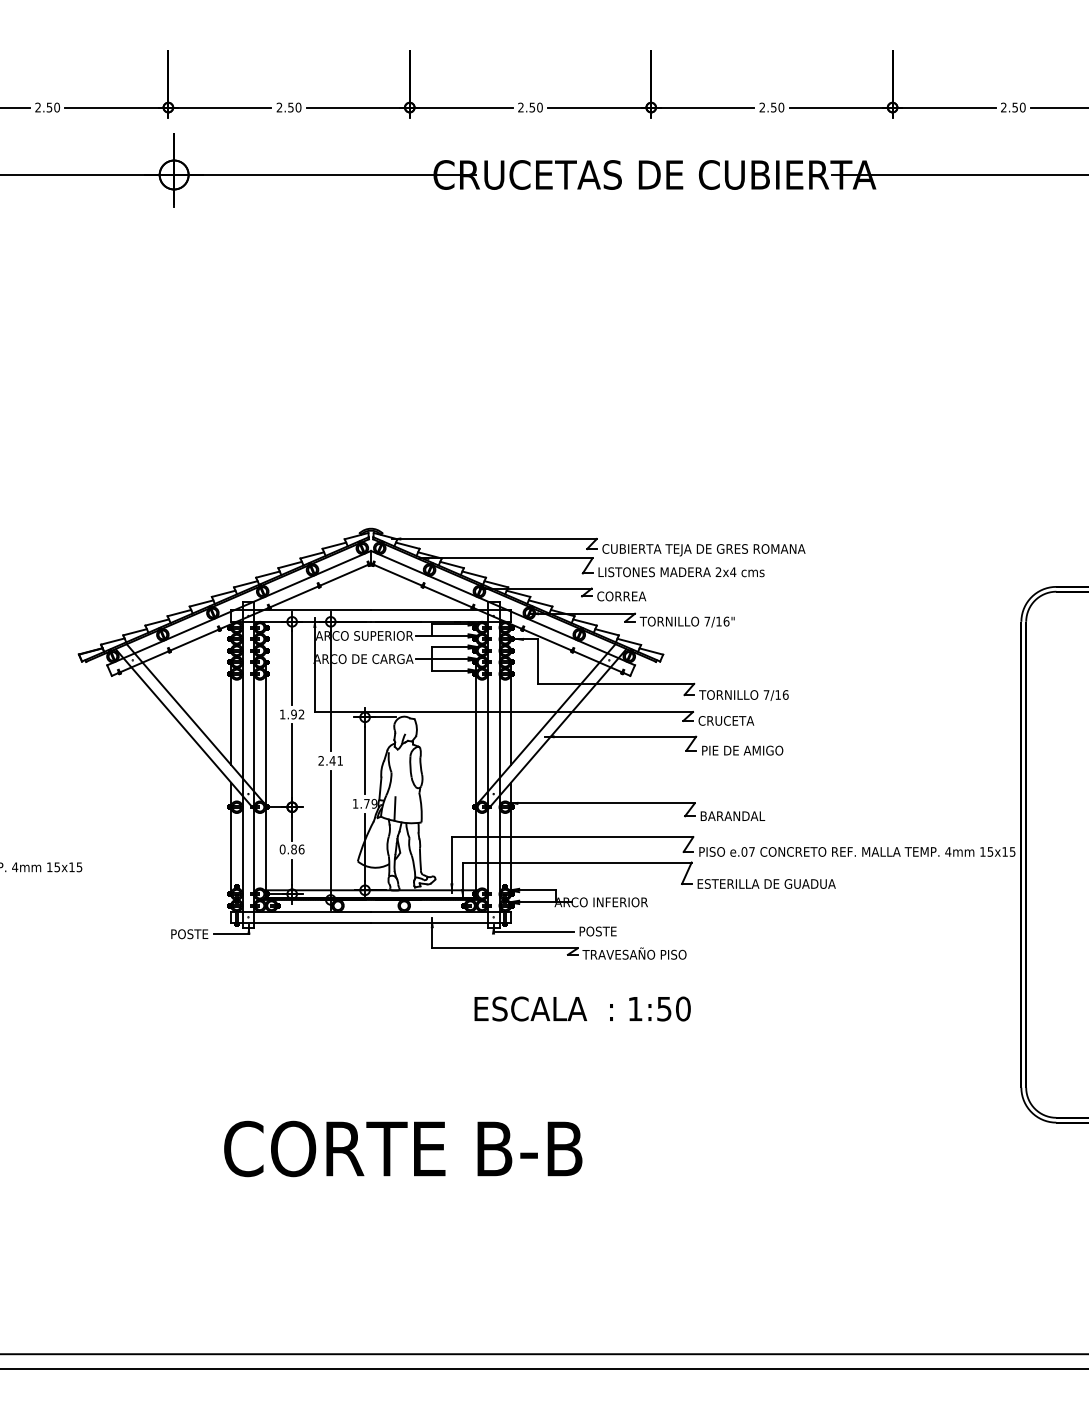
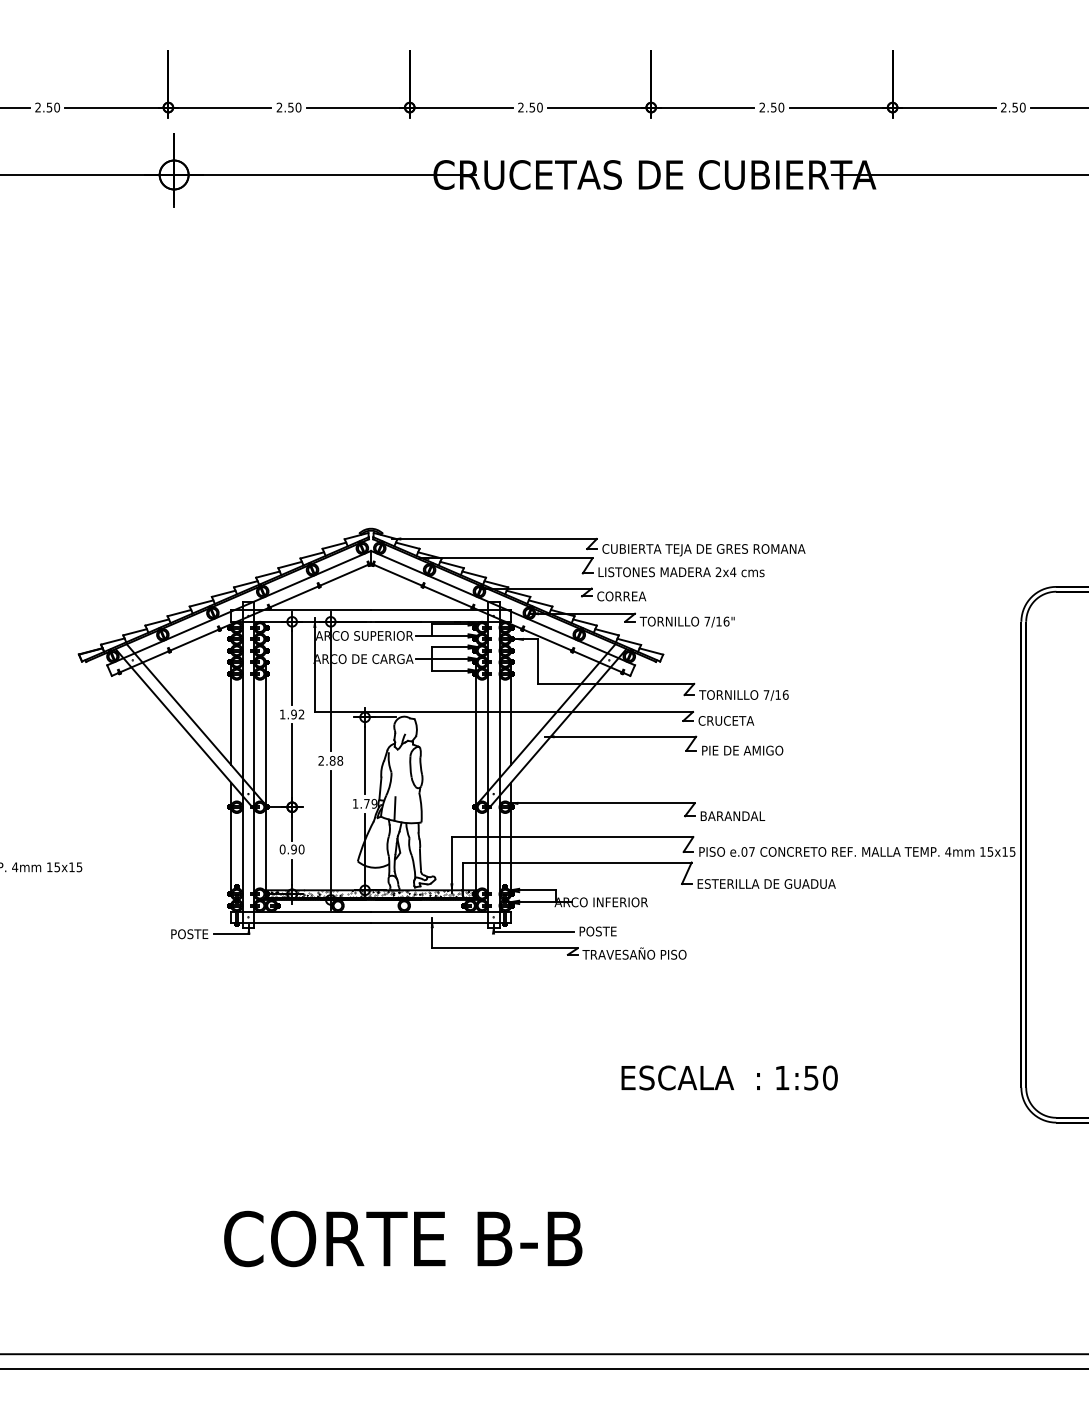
text at (336, 760): 2.41 -> 2.88
text at (297, 849): 0.86 -> 0.90
hatch at (370, 894): none -> present
text at (582, 1008) position: (582, 1008) -> (729, 1077)
text at (403, 1148) position: (403, 1148) -> (403, 1238)
